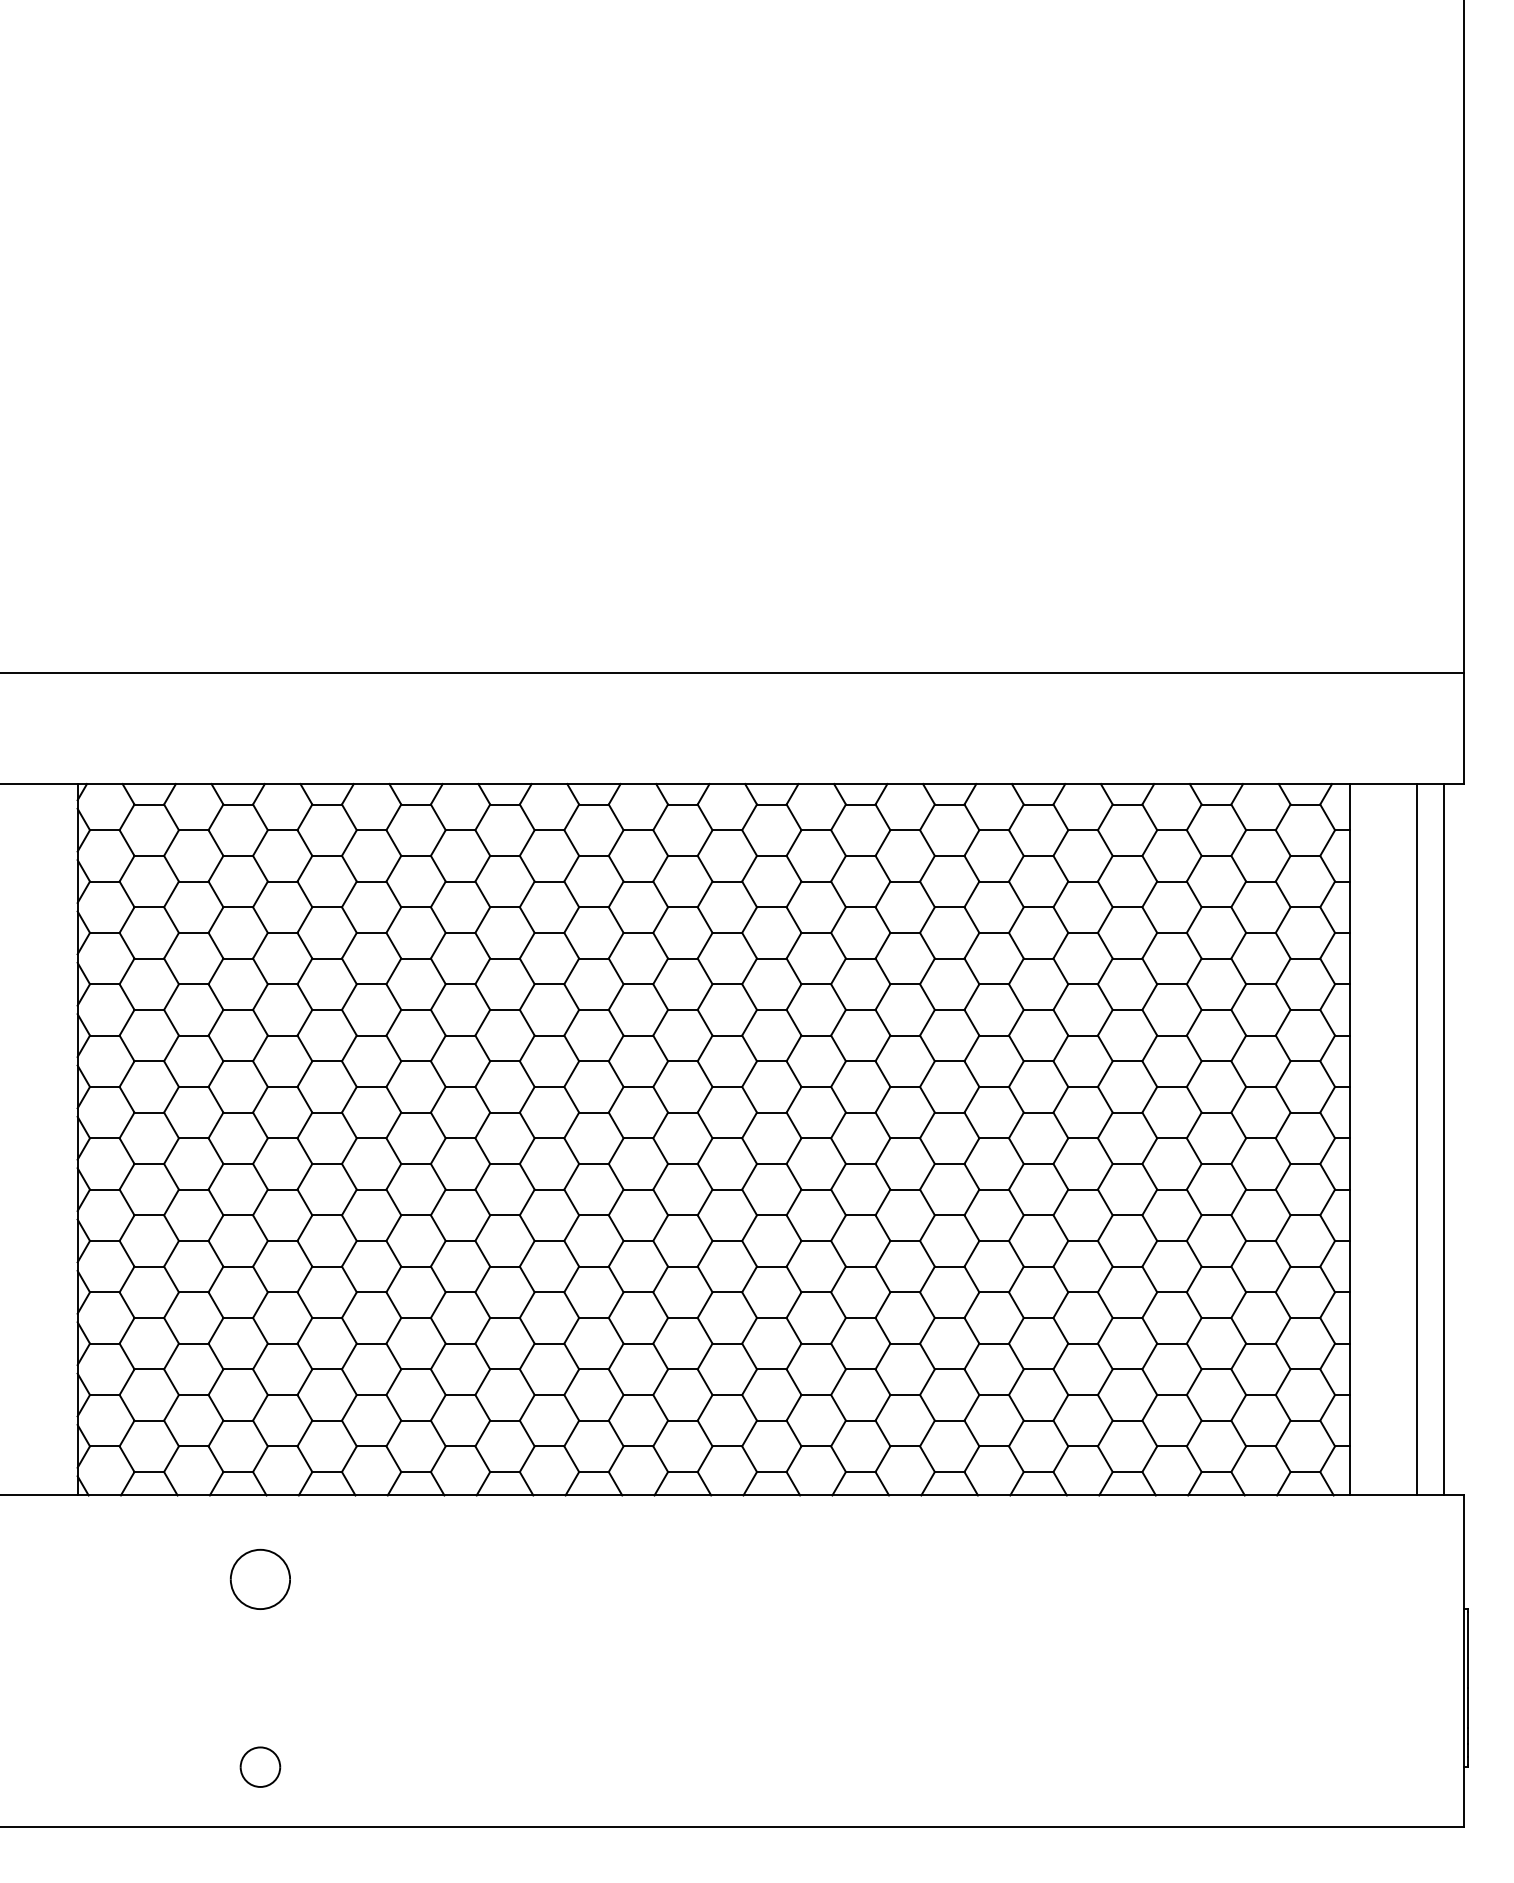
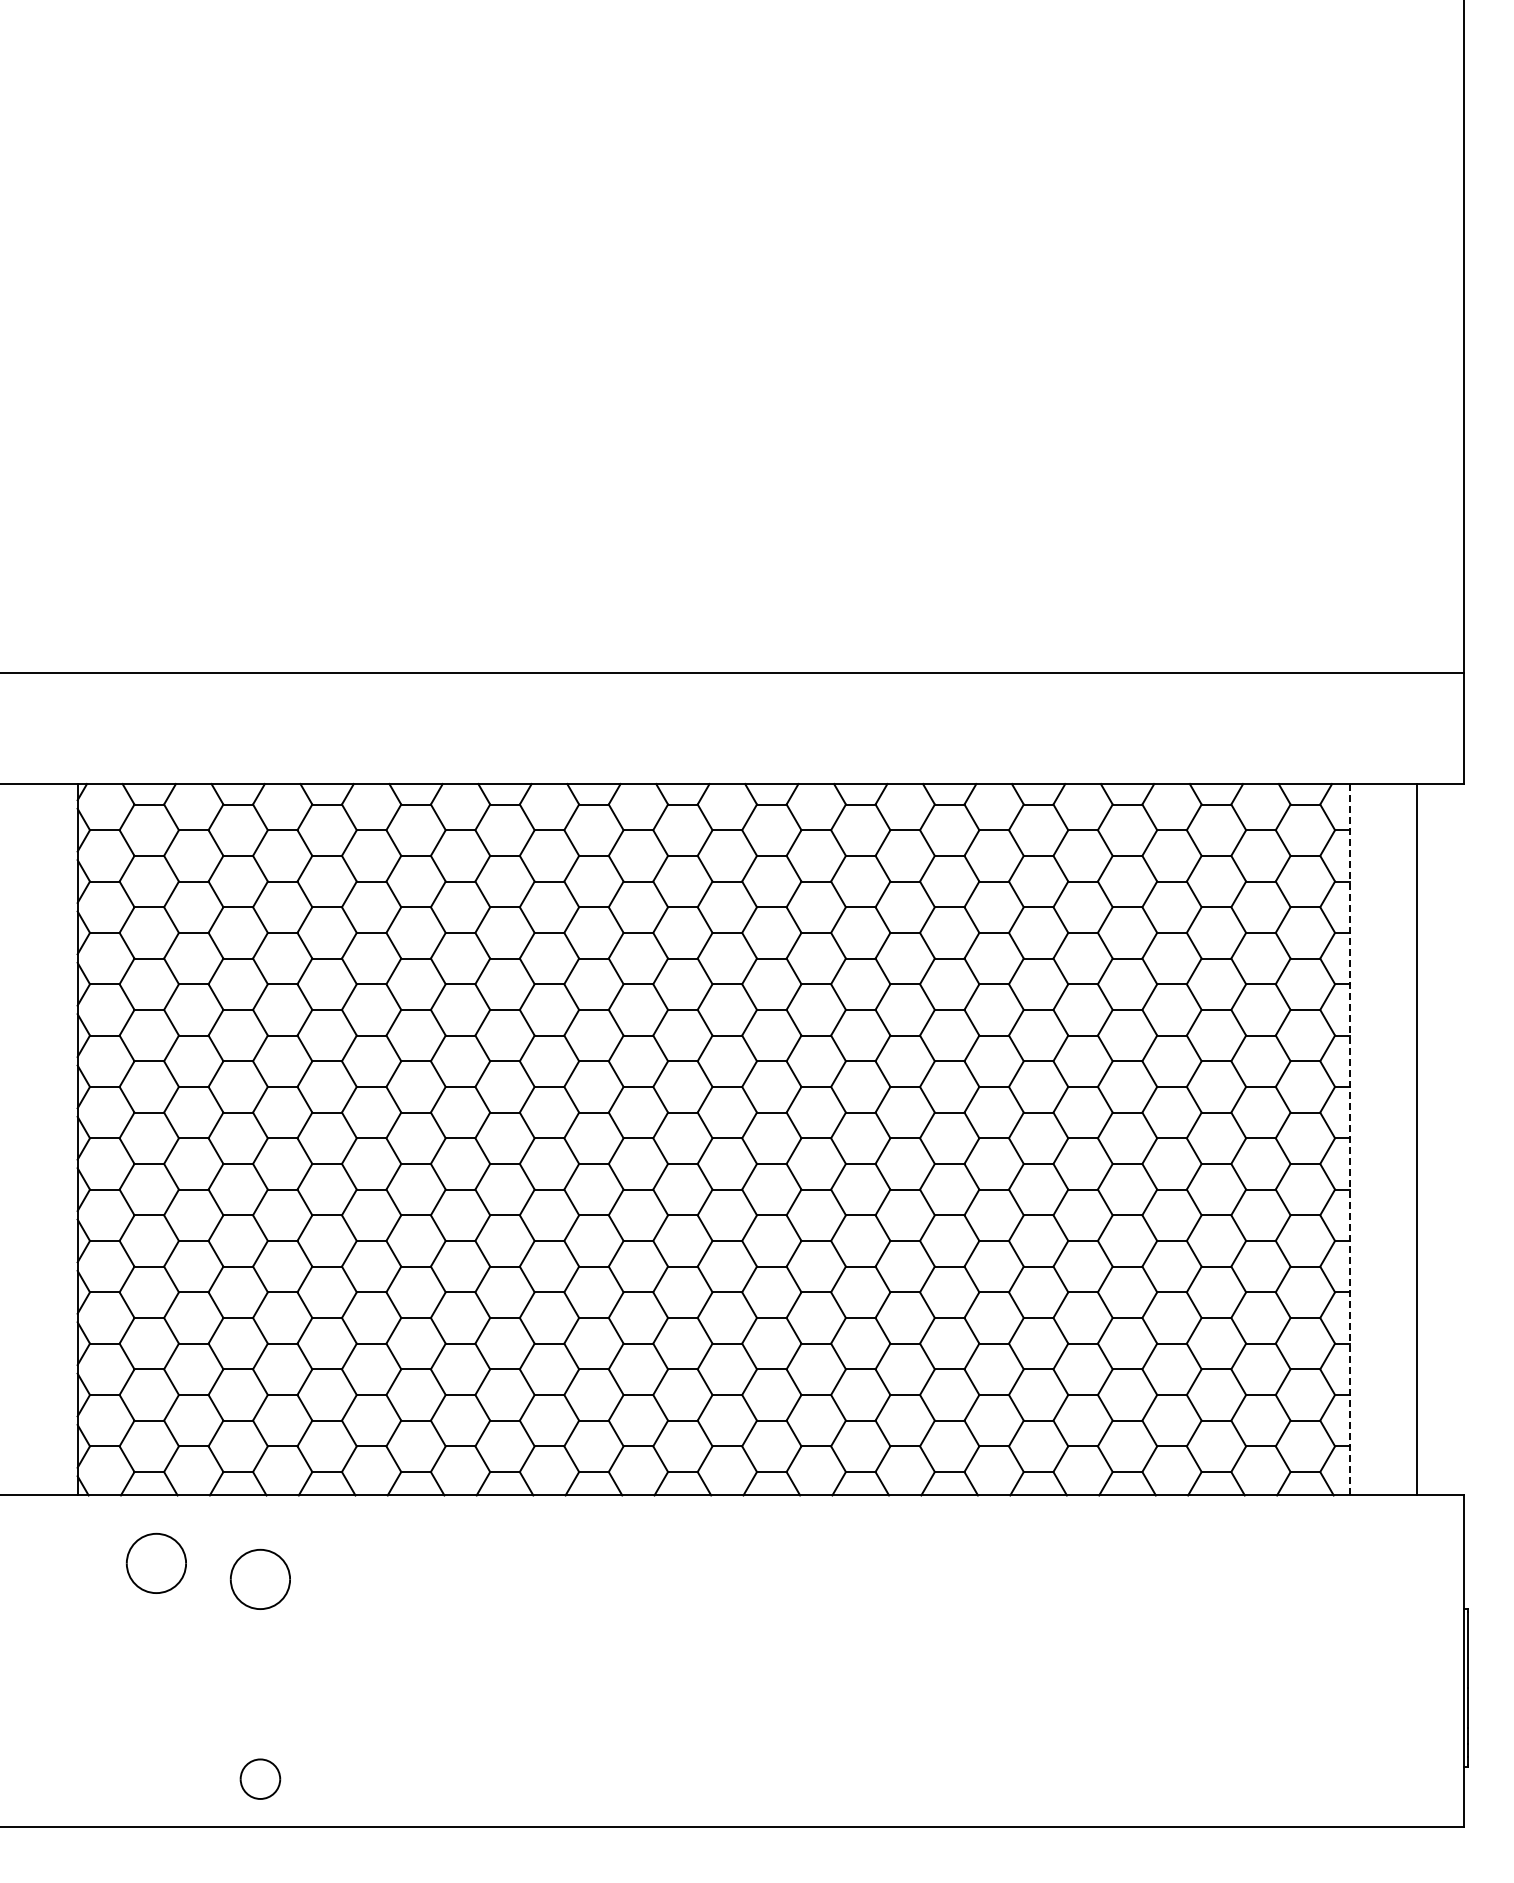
line at (1349, 1139): solid -> dashed
line at (1443, 1139): present -> none
part at (155, 1562): none -> present
part at (260, 1766) position: (260, 1766) -> (260, 1778)
